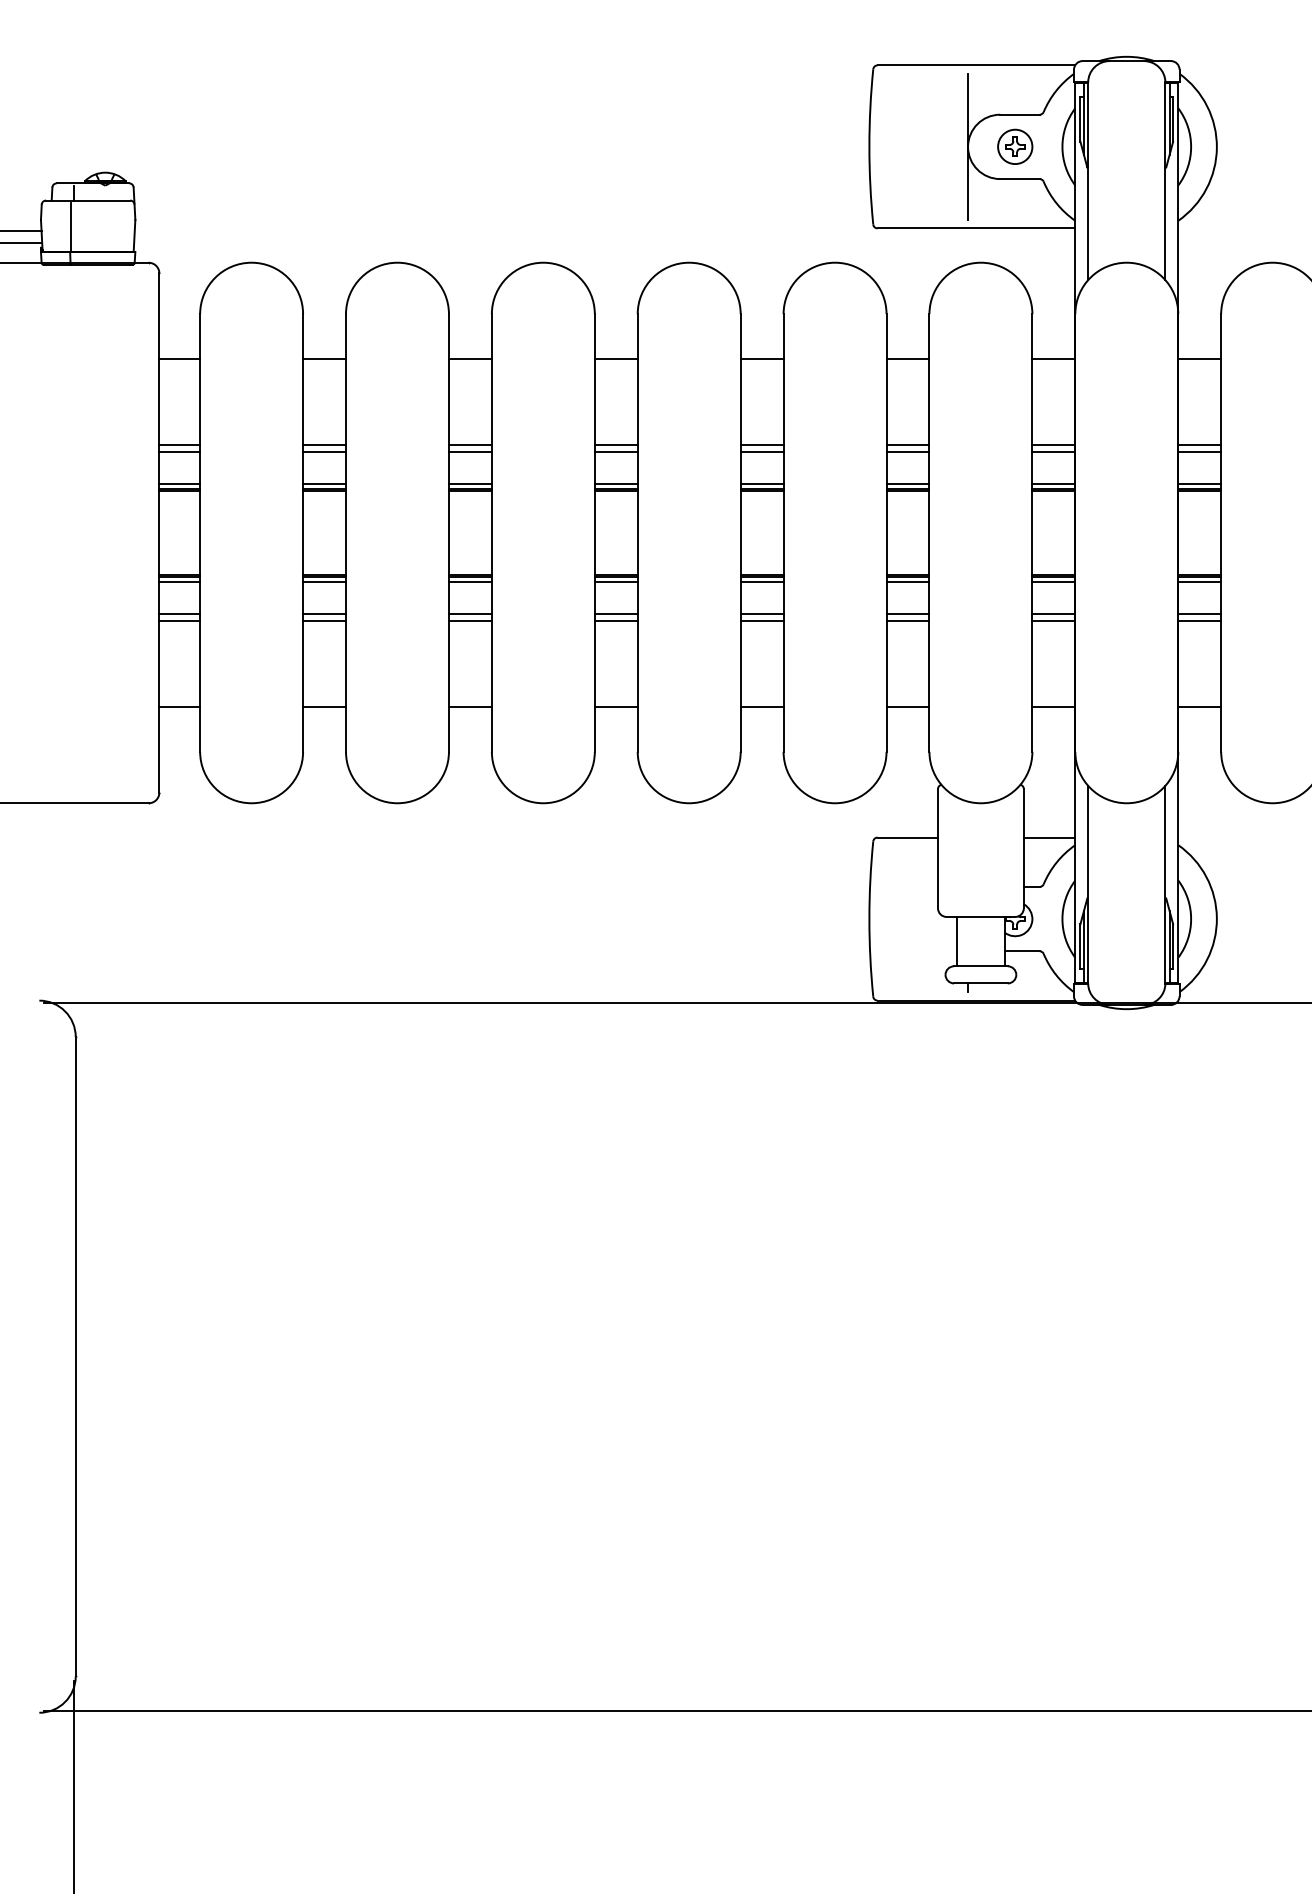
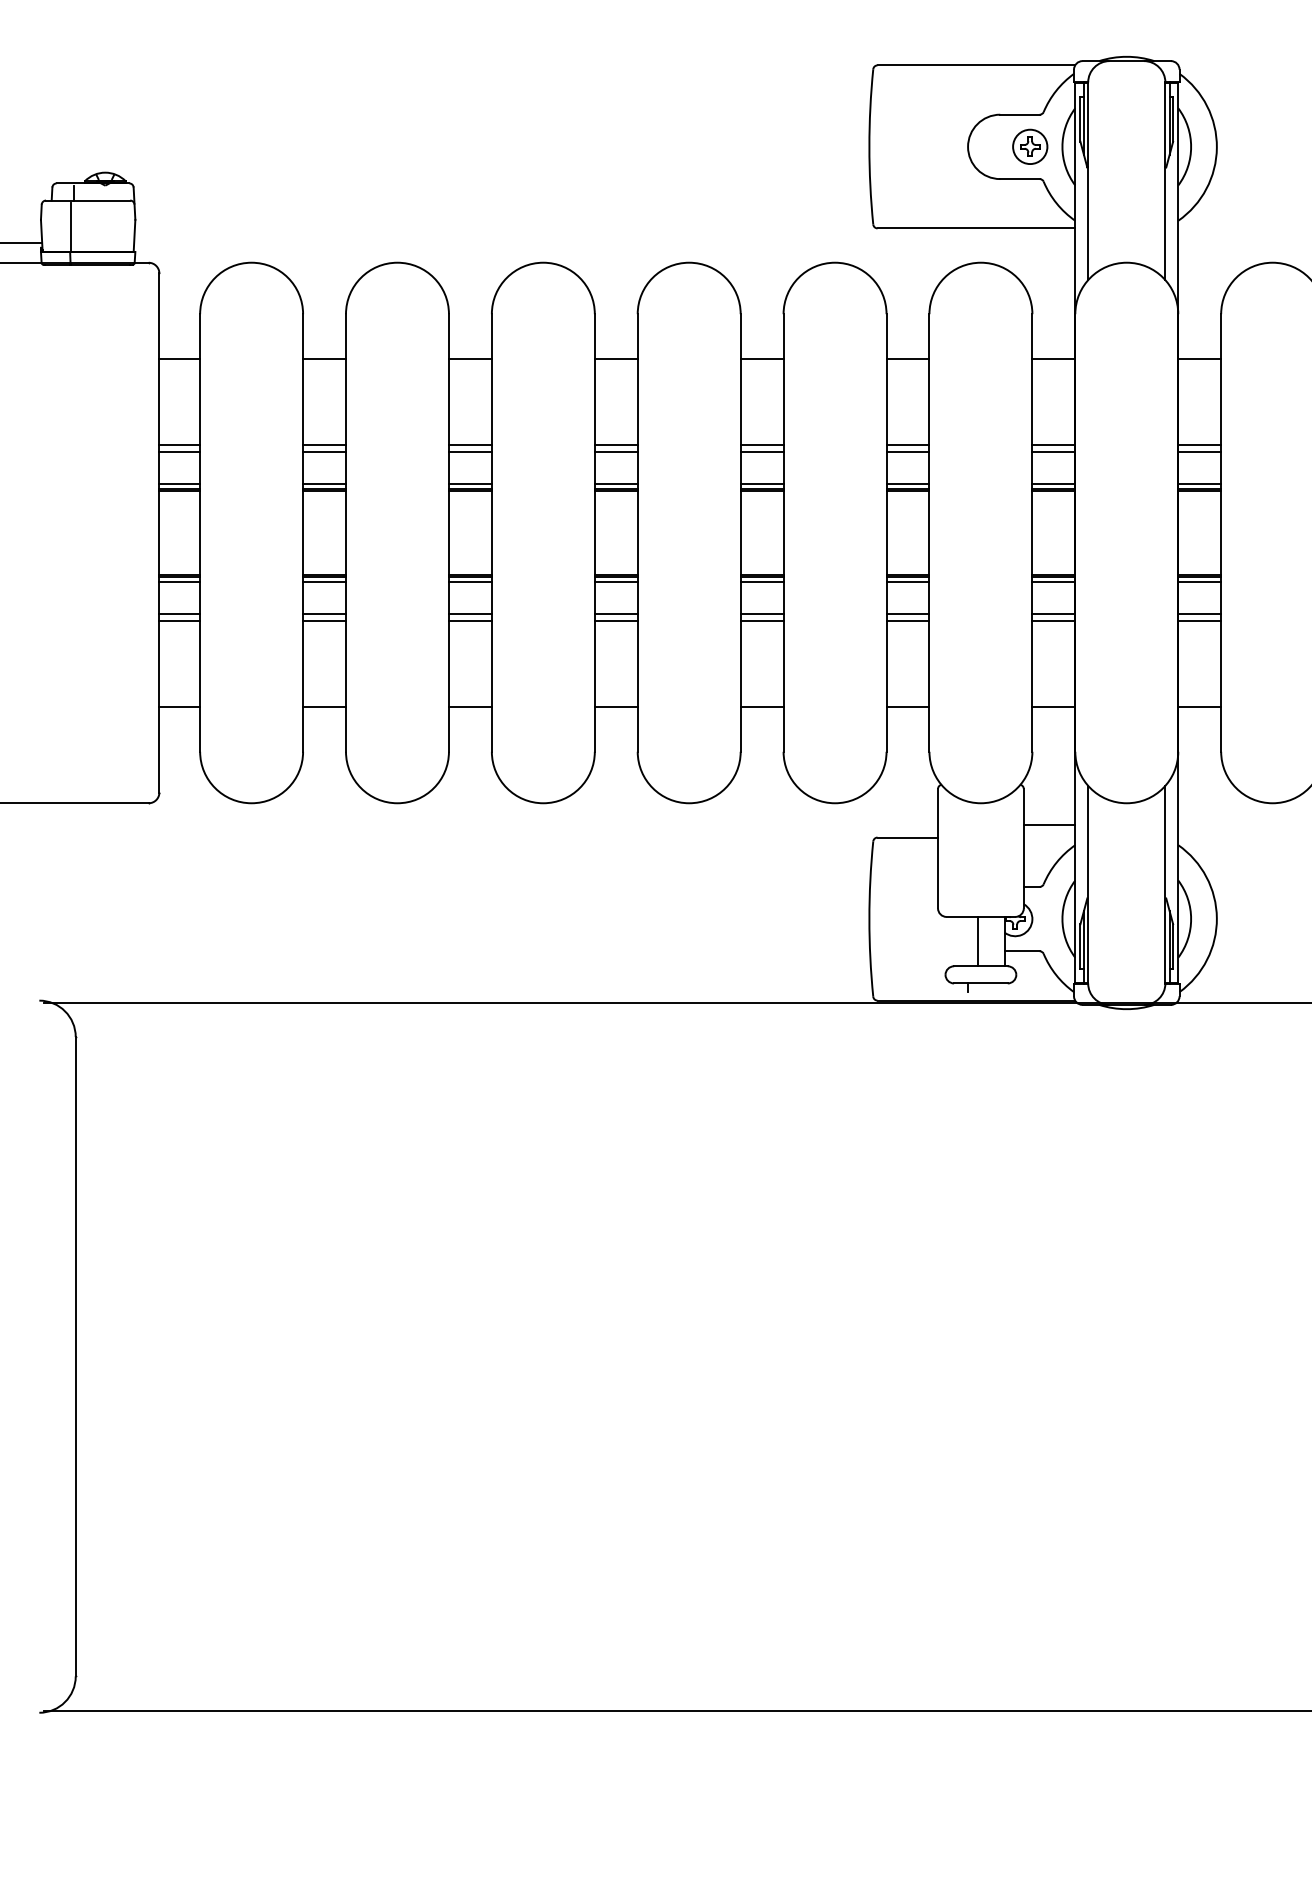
line at (968, 146): present -> none
part at (1015, 146) position: (1015, 146) -> (1030, 146)
line at (21, 230): present -> none
line at (1049, 837) position: (1049, 837) -> (1049, 824)
line at (957, 941) position: (957, 941) -> (978, 941)
line at (73, 1785): present -> none
